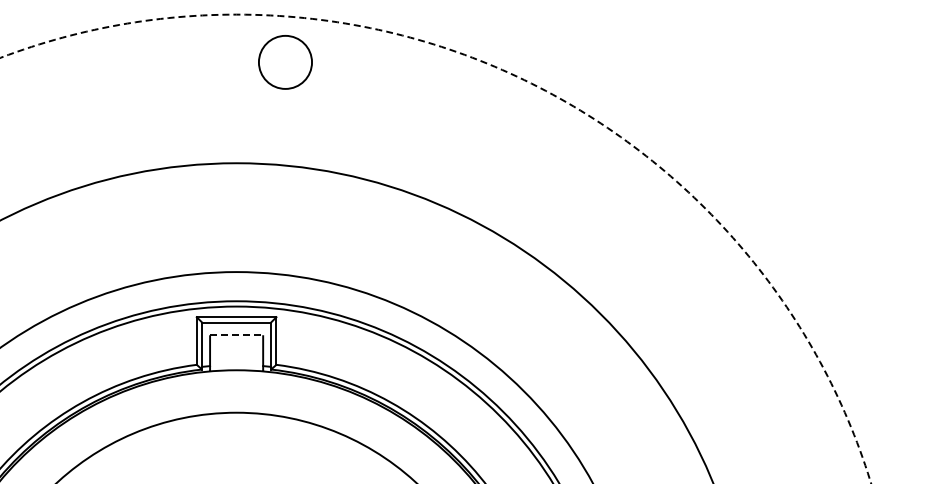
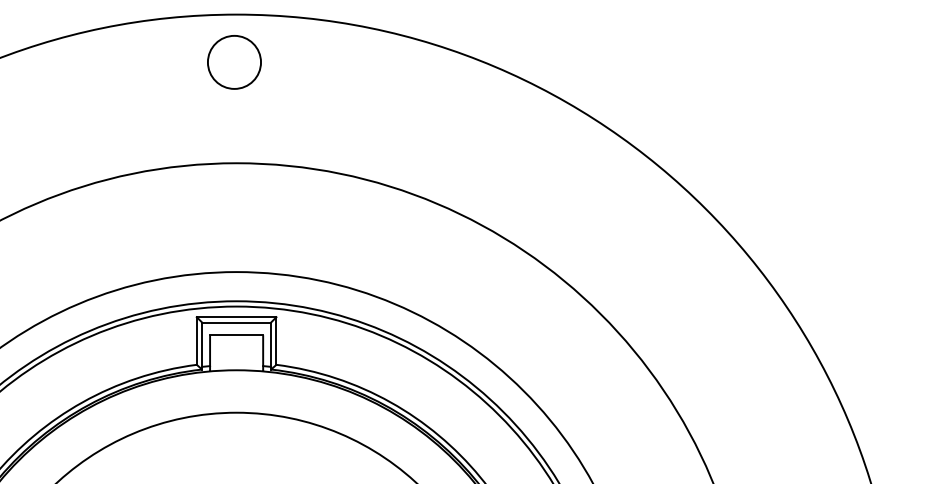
circle at (285, 62) position: (285, 62) -> (234, 62)
circle at (435, 248): dashed -> solid
line at (236, 335): dashed -> solid
